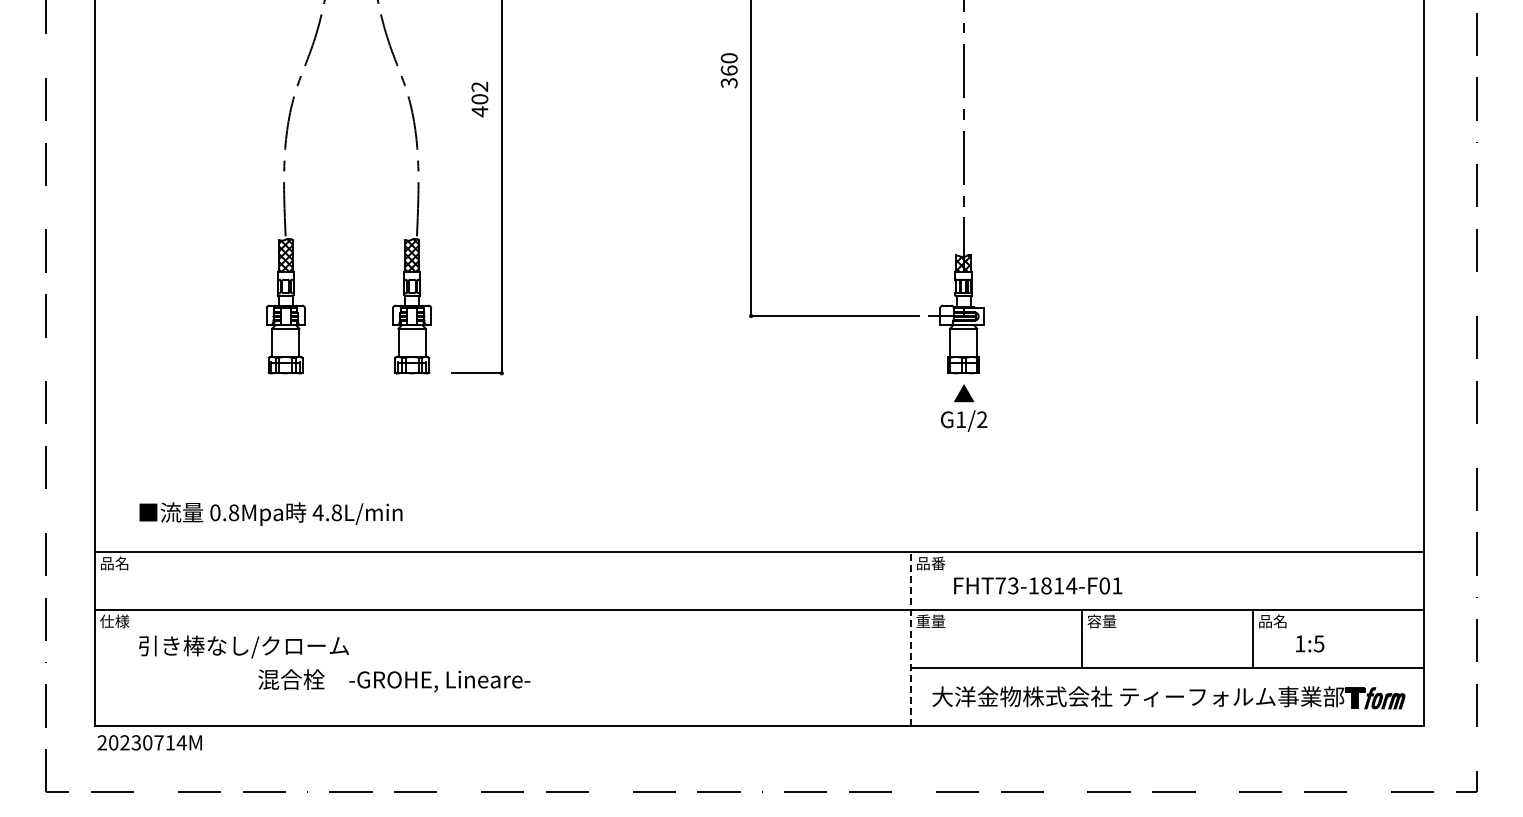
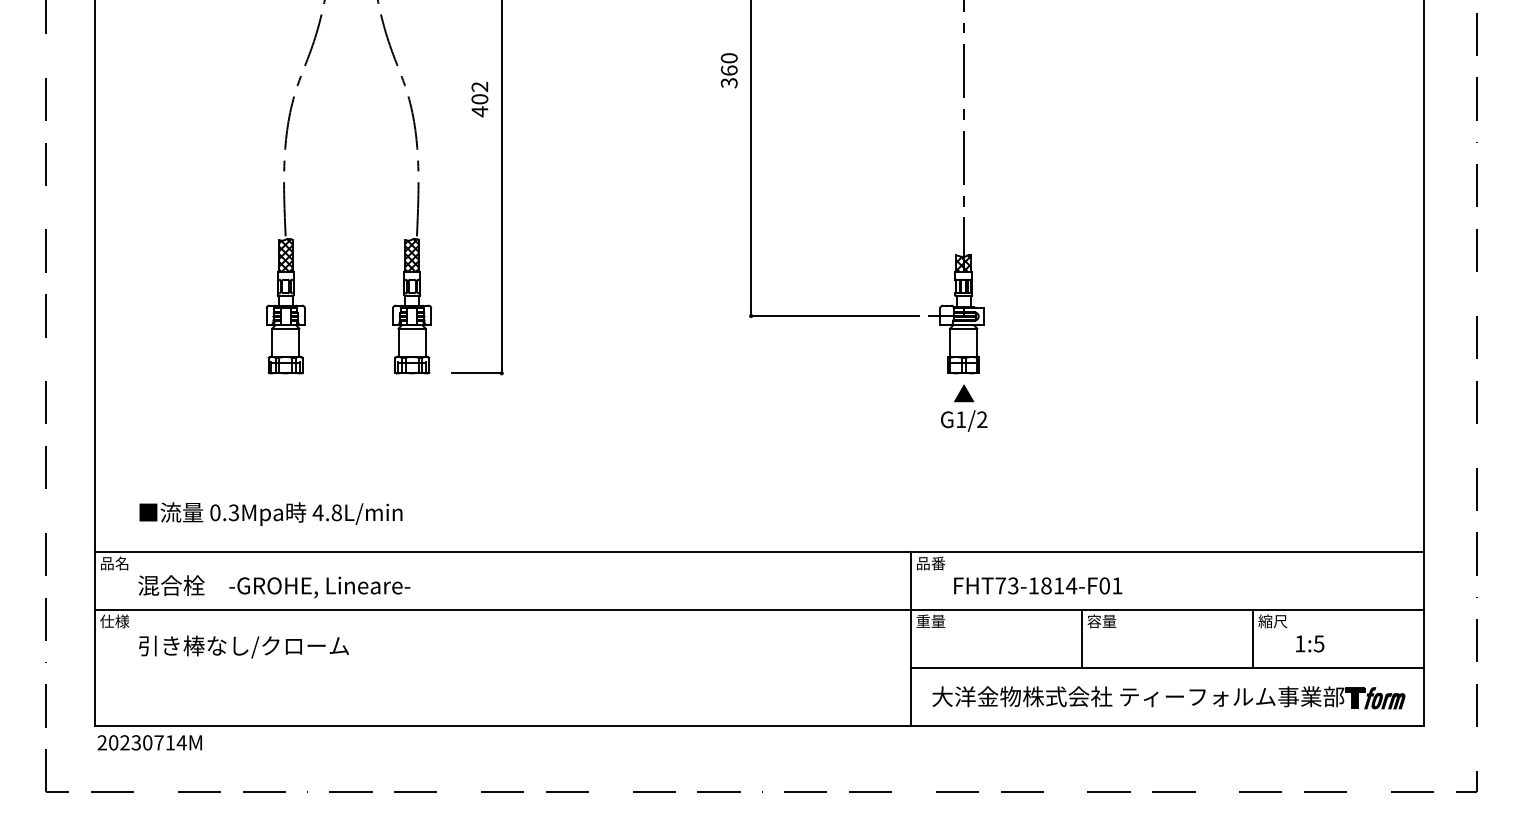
text at (233, 512): 0.8Mpa -> 0.3Mpa
text at (1272, 621): 品名 -> 縮尺
line at (910, 639): dashed -> solid
text at (394, 680) position: (394, 680) -> (274, 586)
